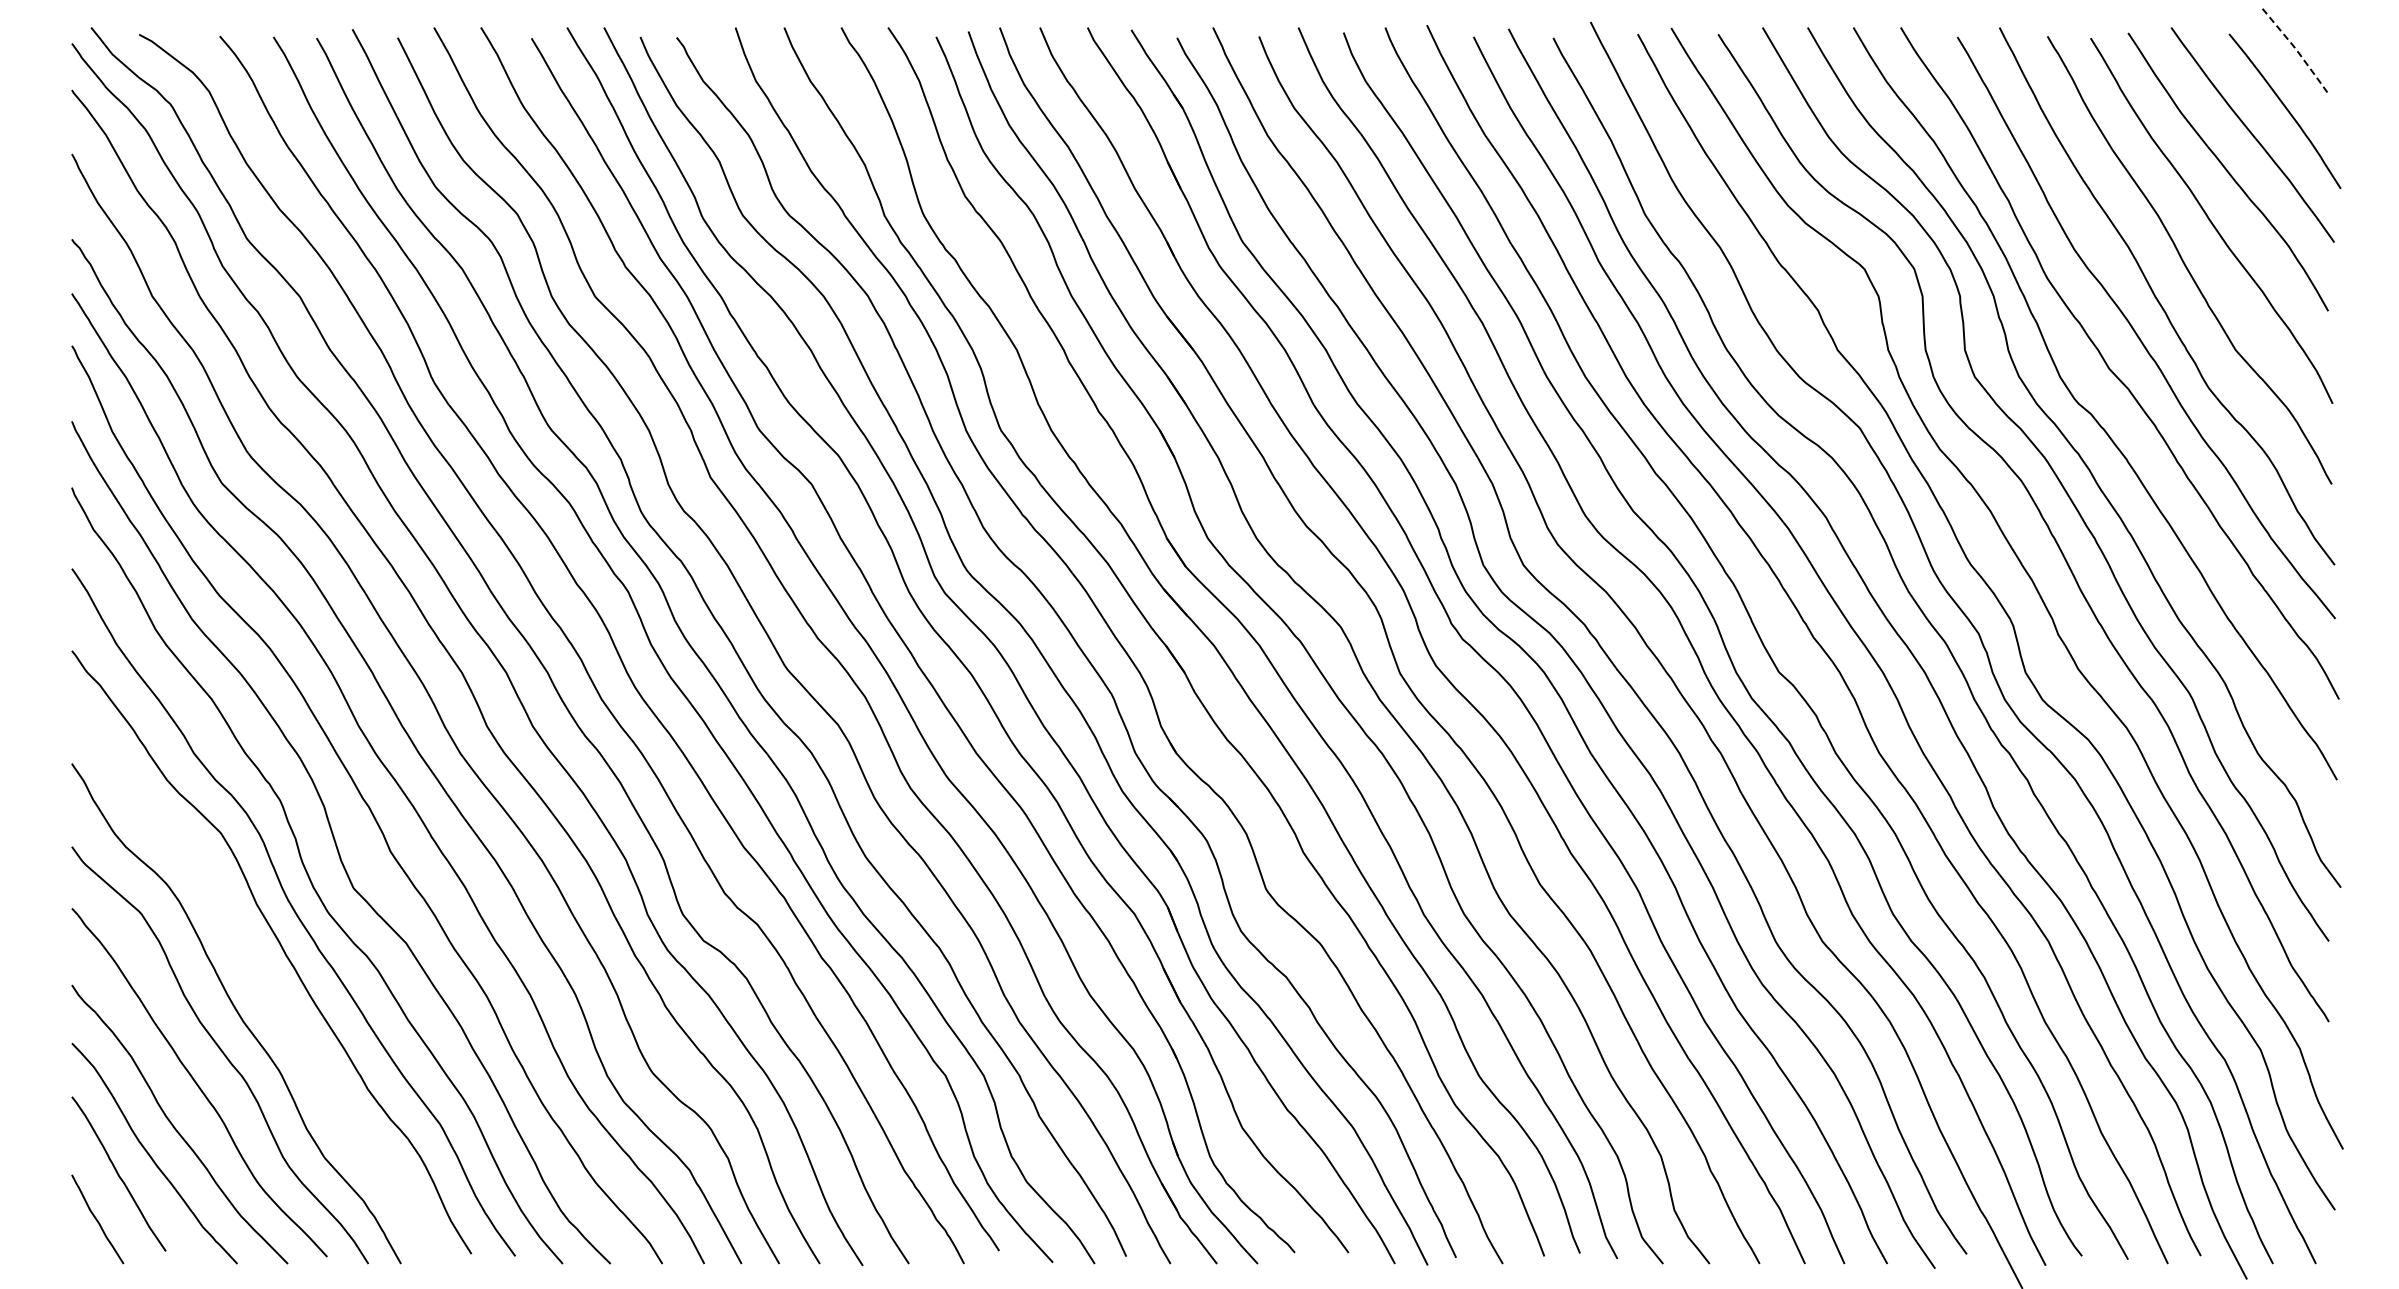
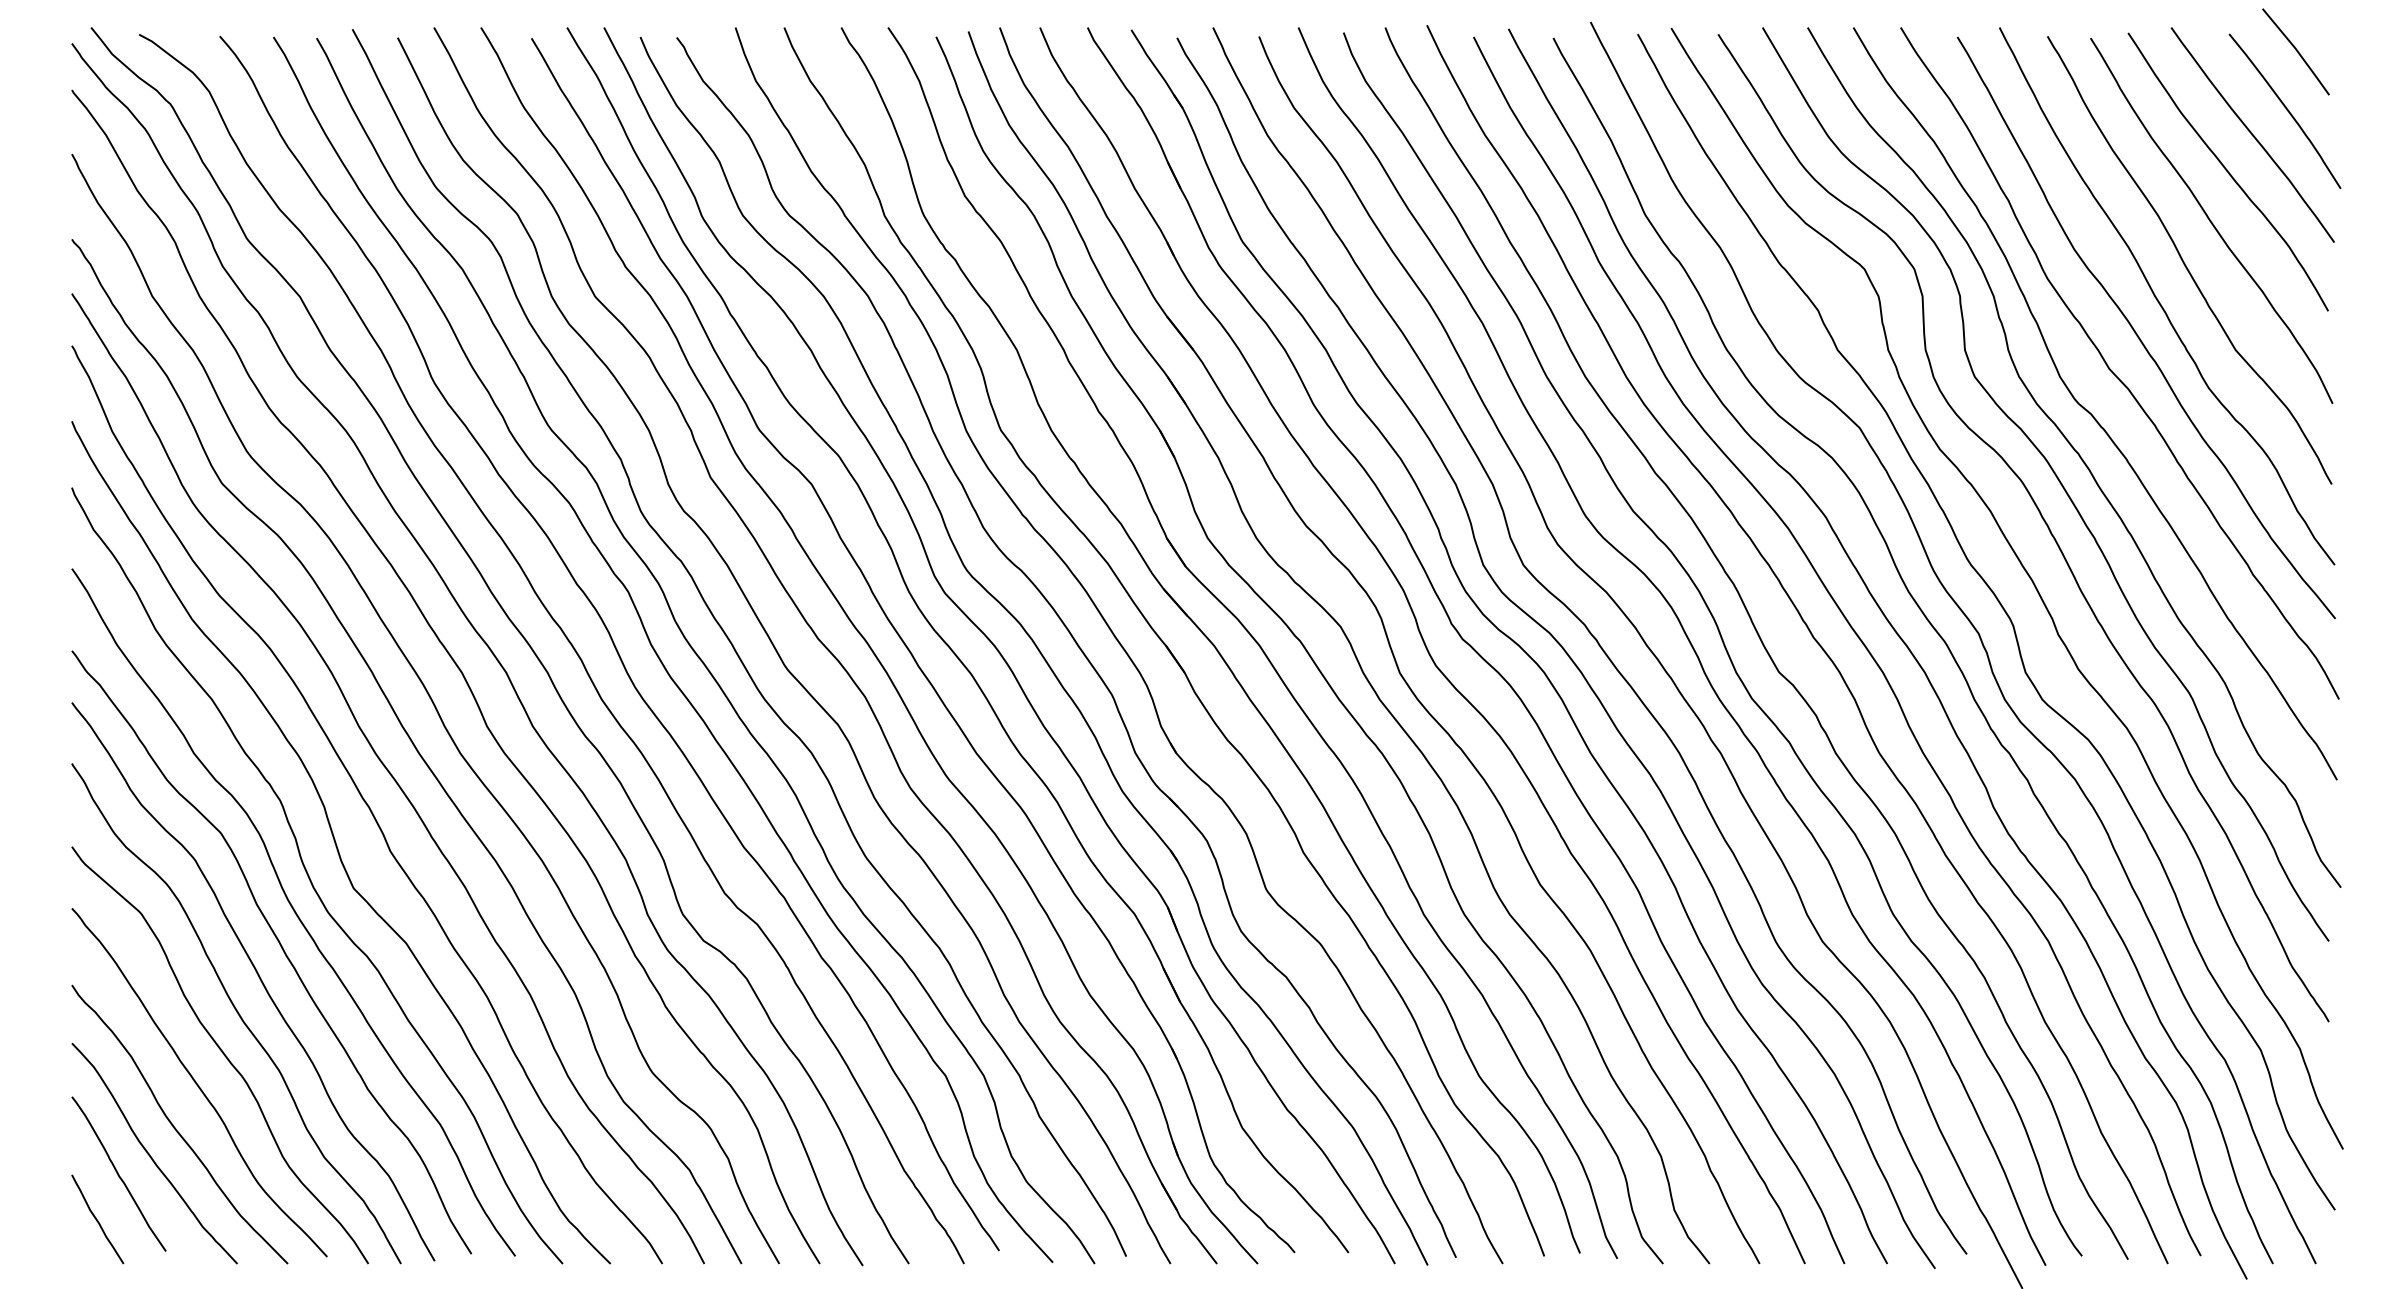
line at (2297, 51): dashed -> solid
curve at (259, 979): none -> present
